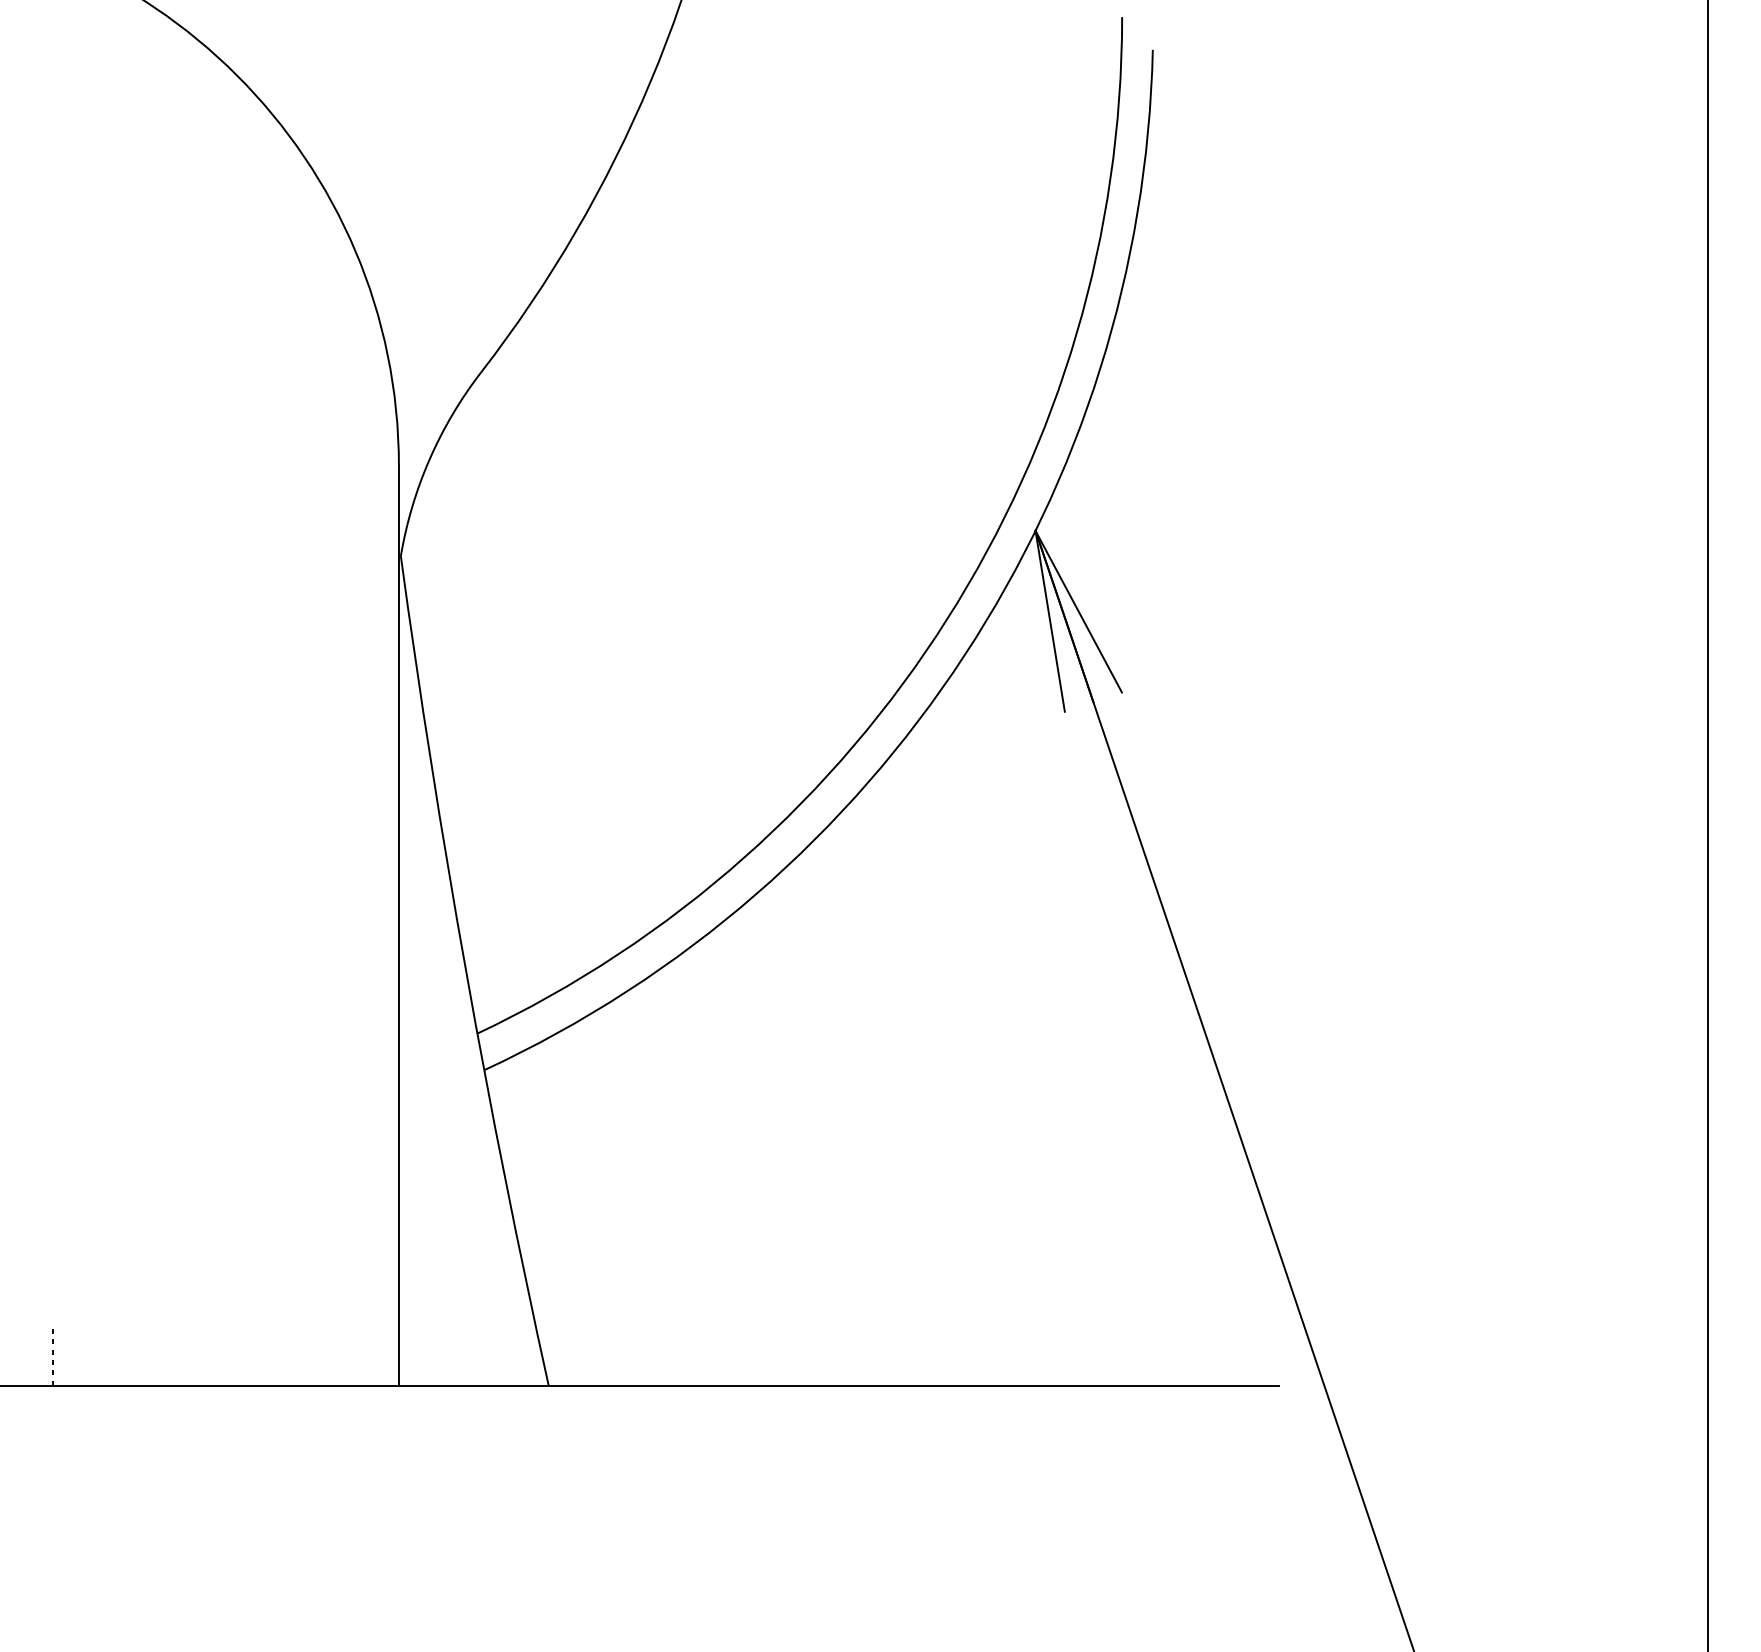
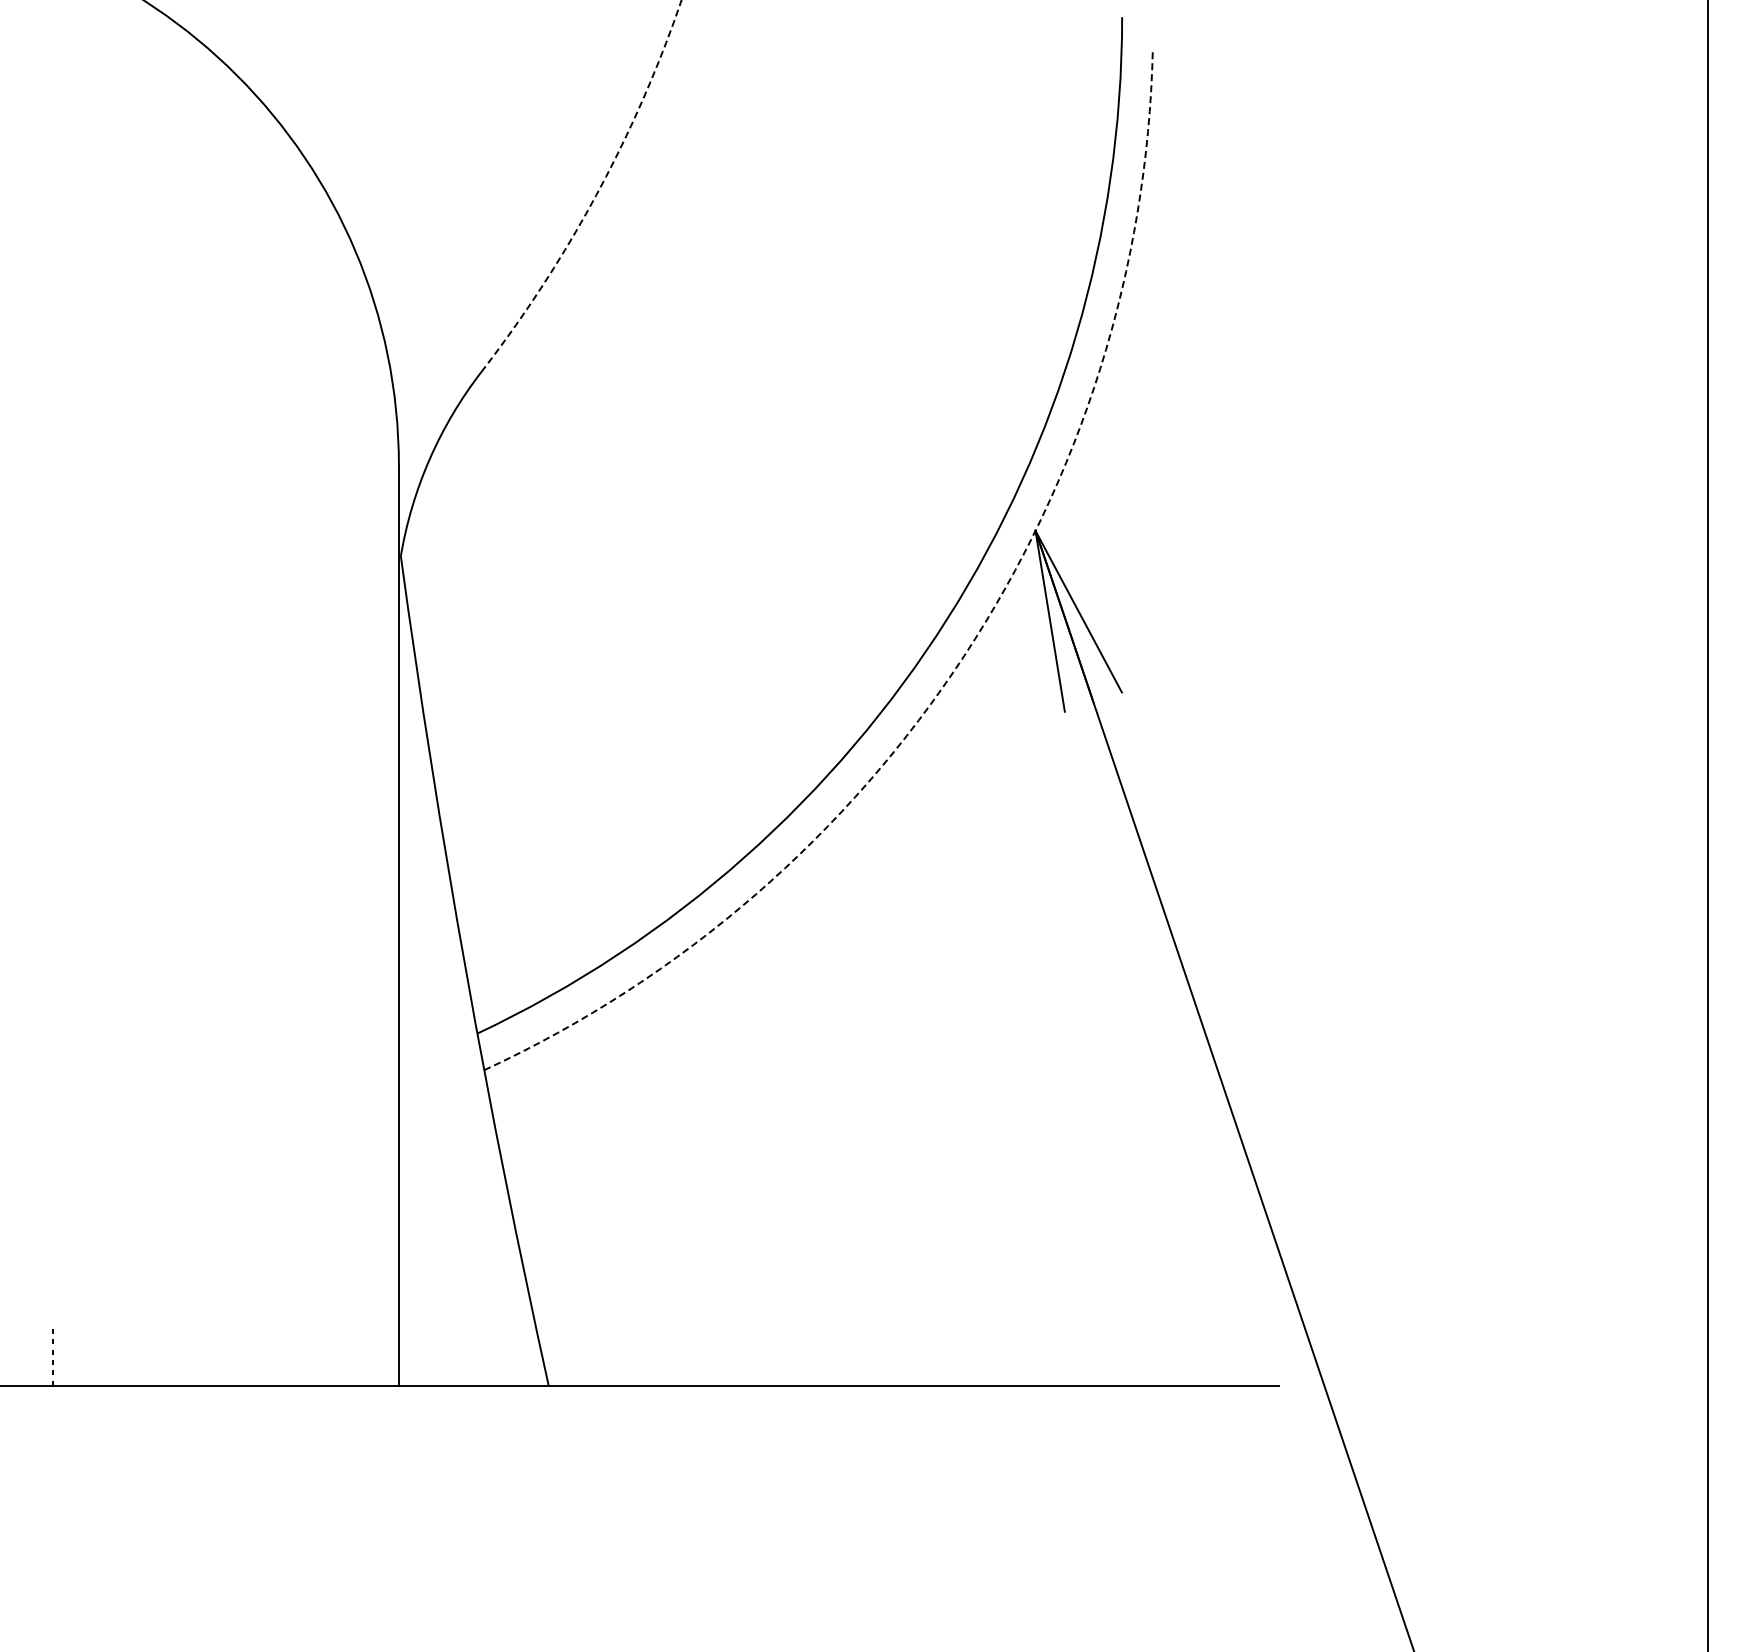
arc at (597, 193): solid -> dashed
arc at (964, 655): solid -> dashed
